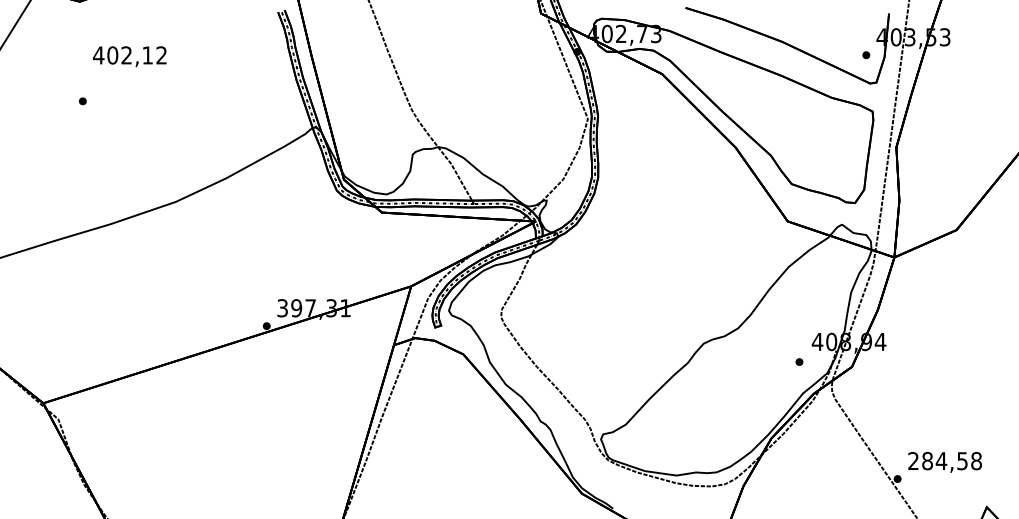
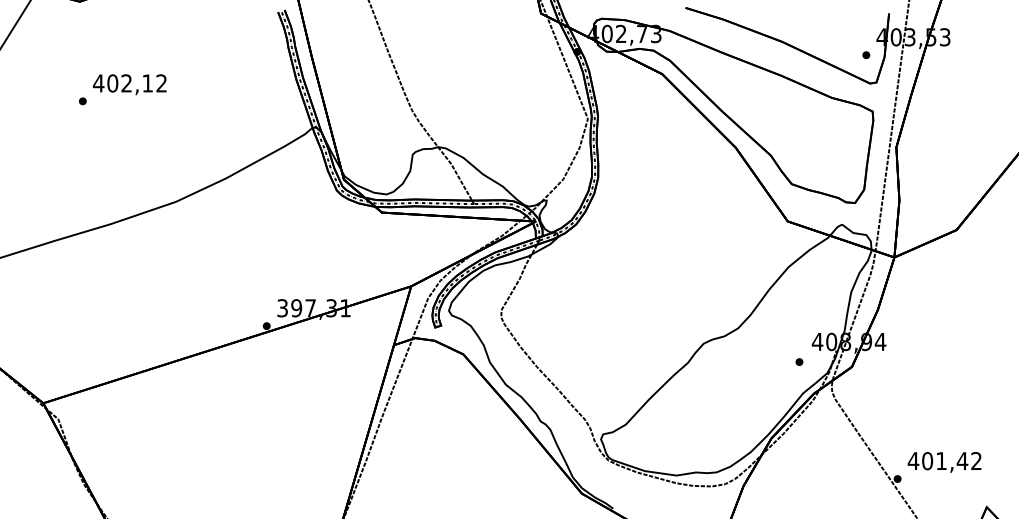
text at (129, 56) position: (129, 56) -> (129, 84)
text at (944, 461): 284,58 -> 401,42
